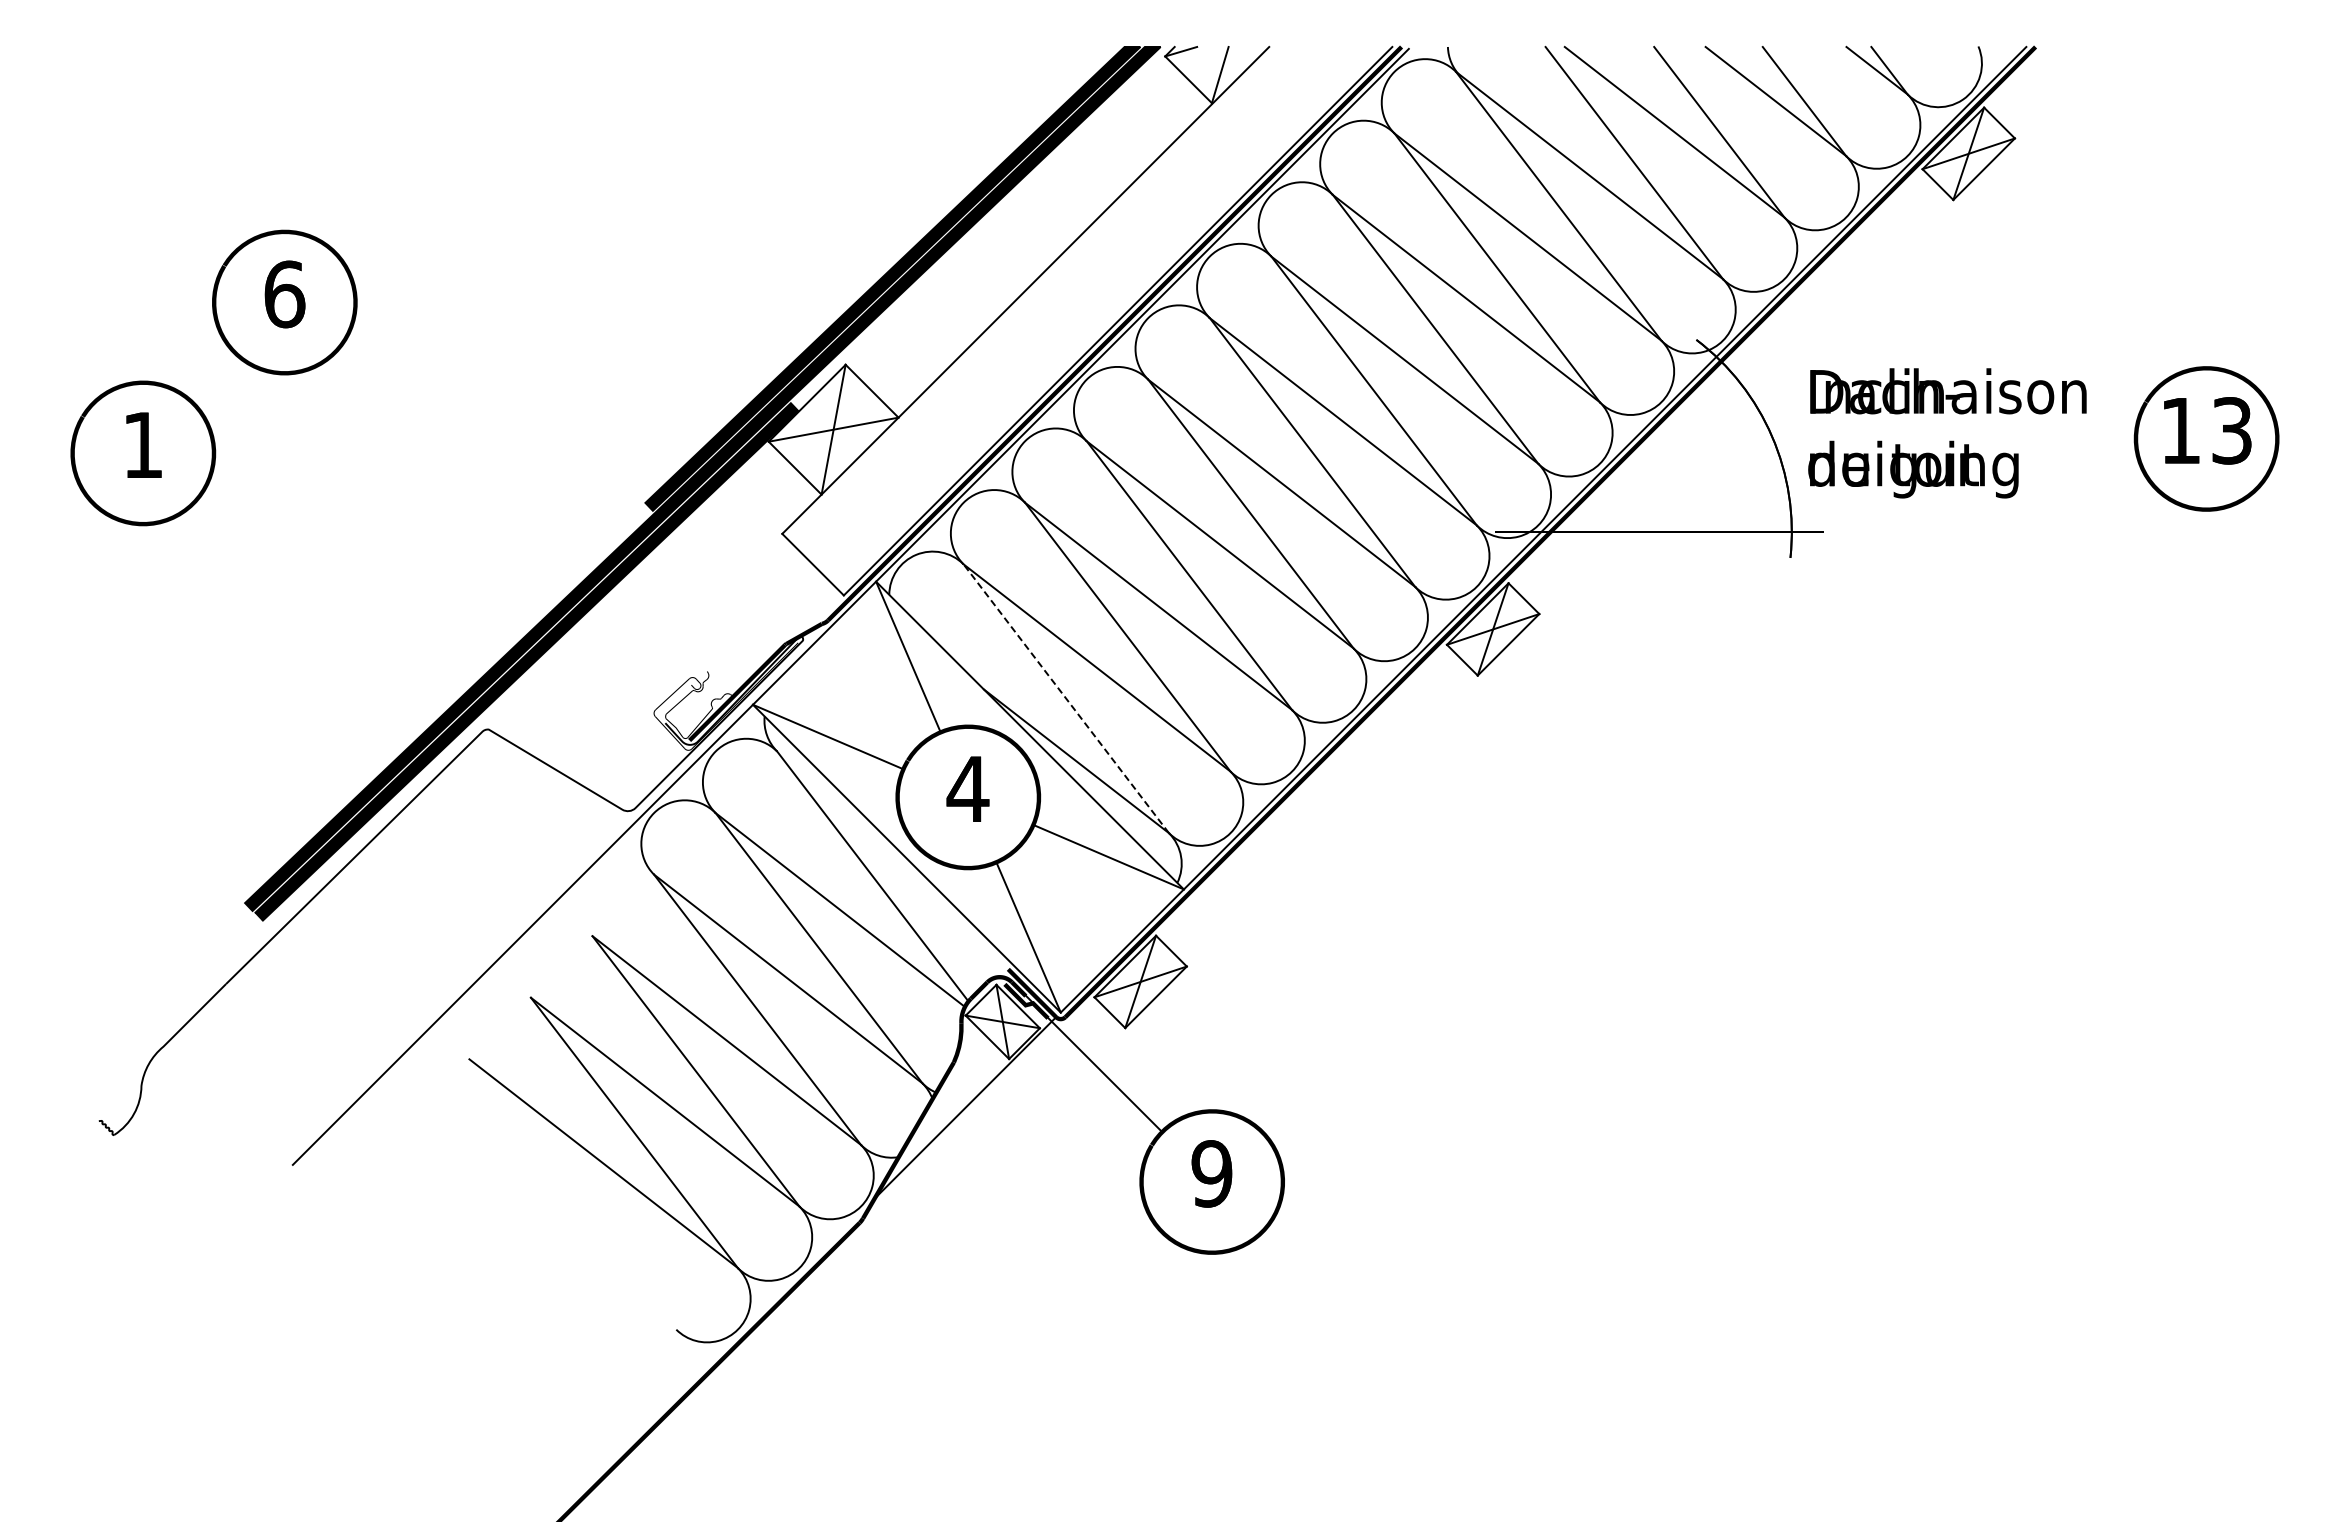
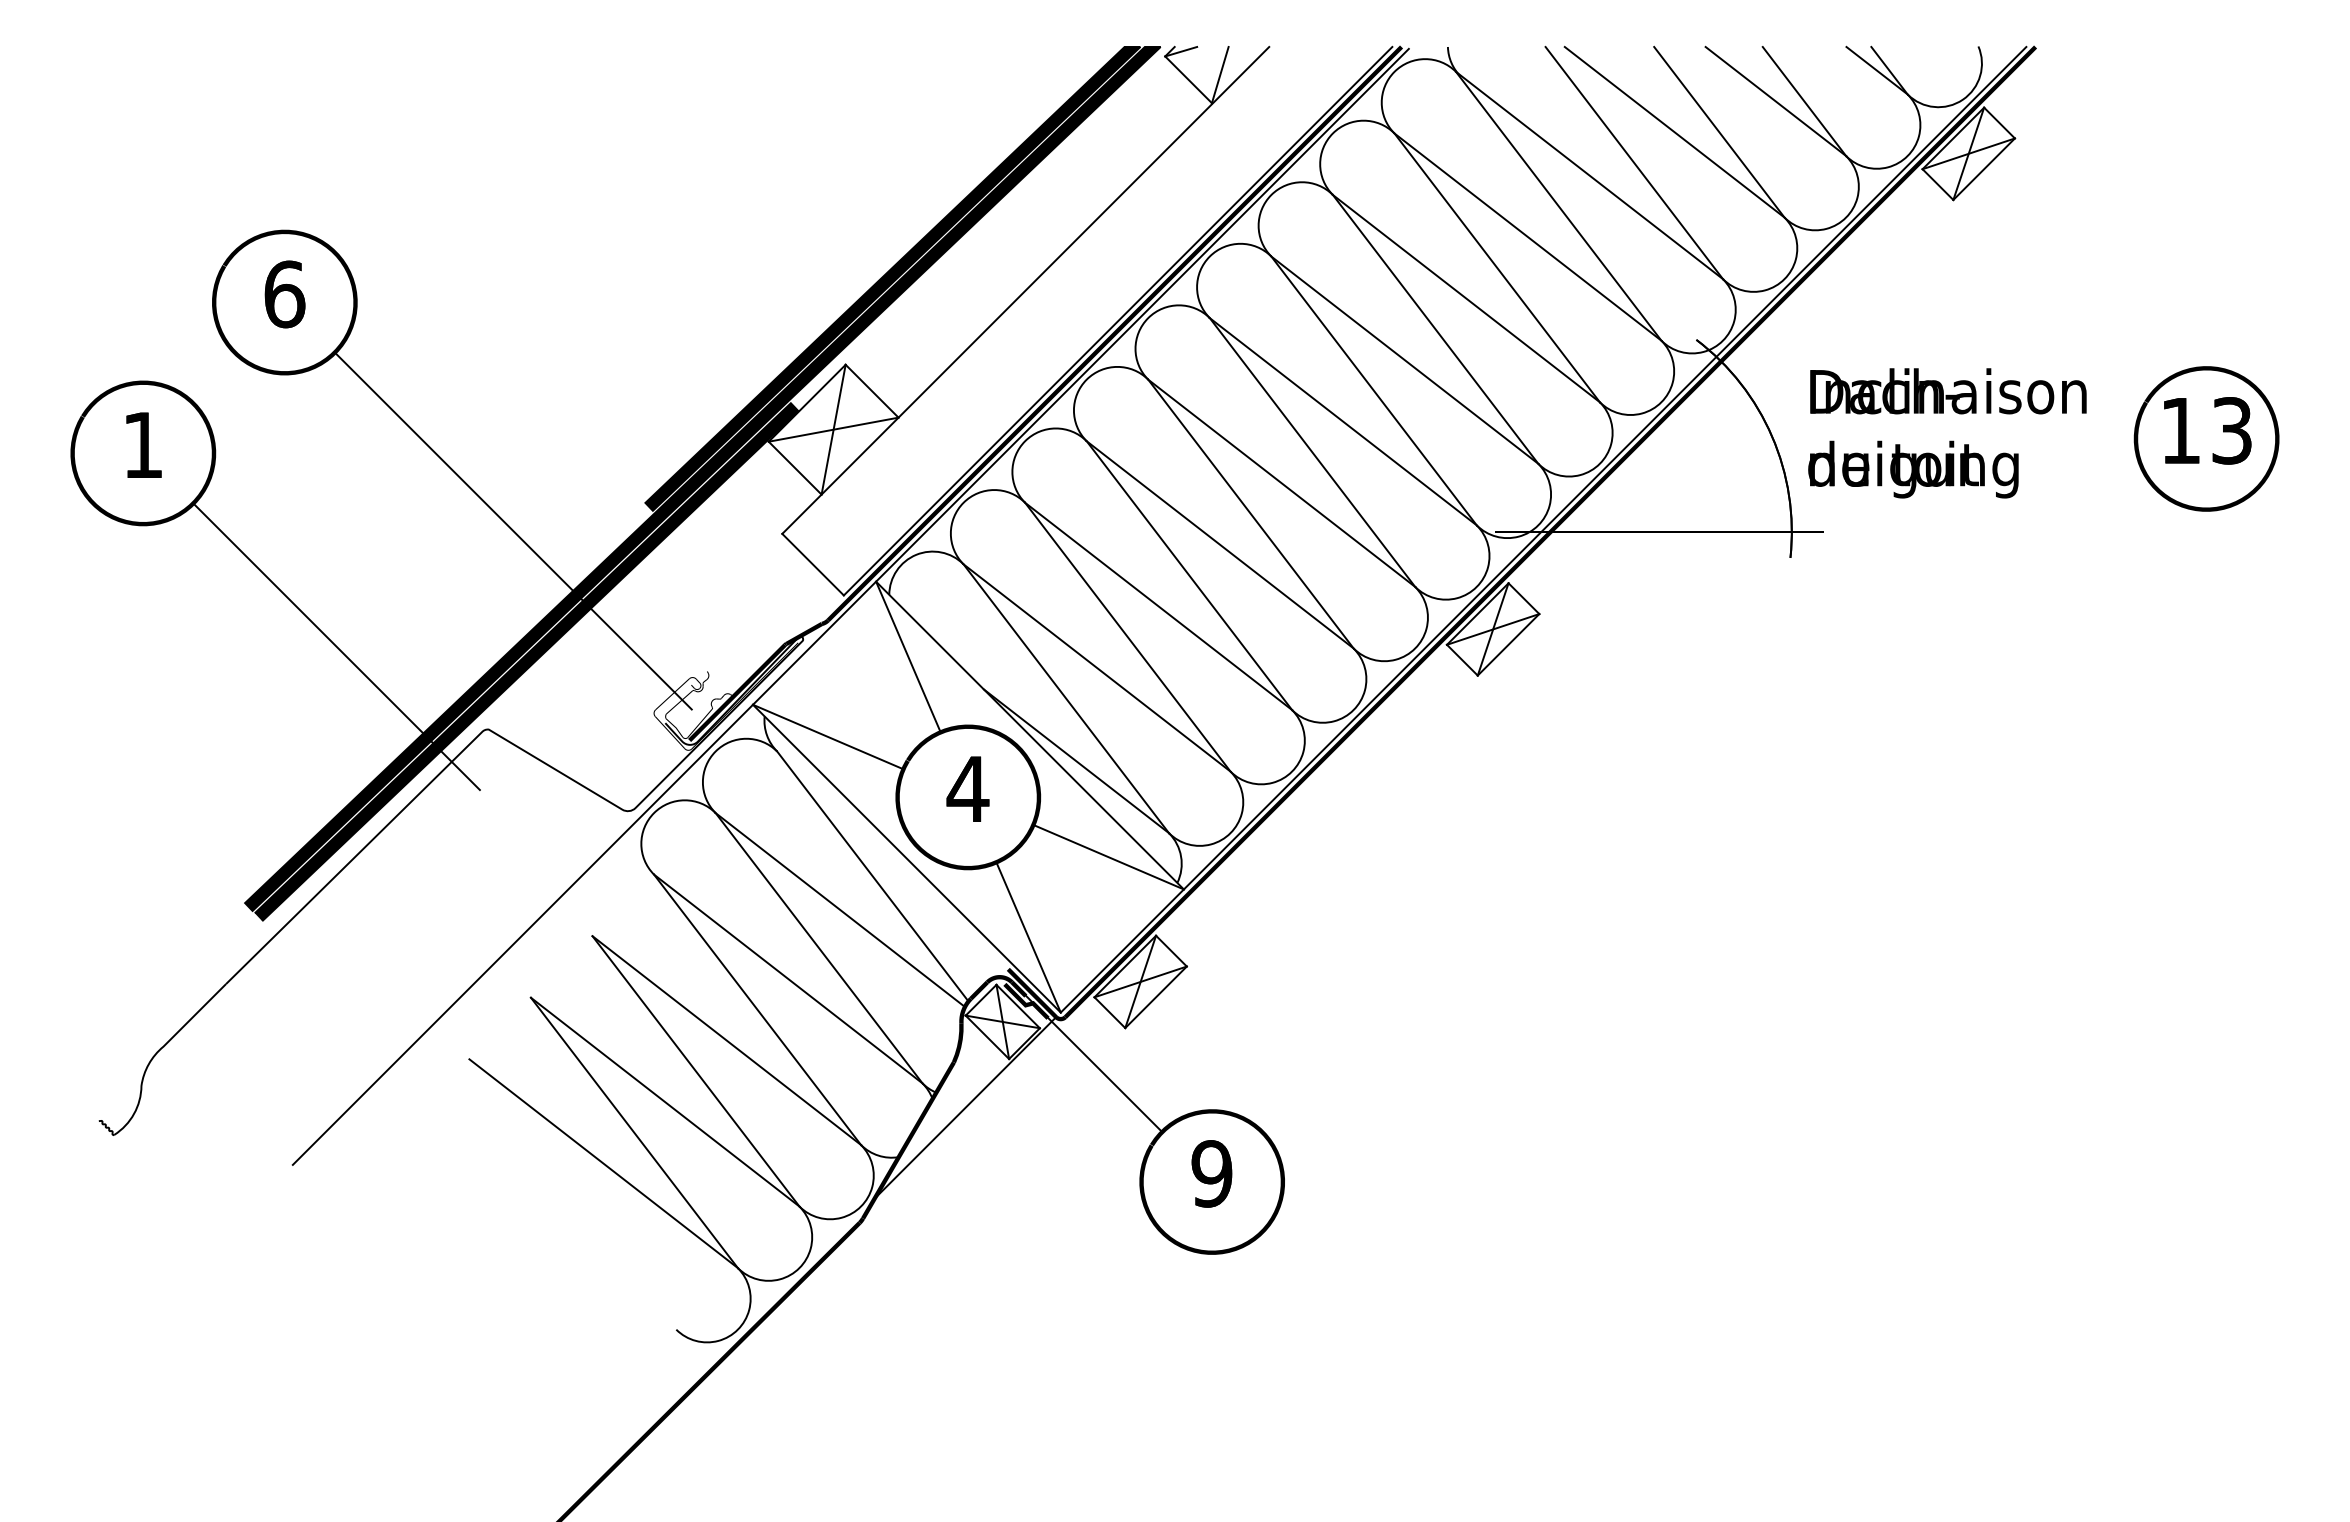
line at (513, 530): none -> present
line at (336, 646): none -> present
line at (1065, 698): dashed -> solid
